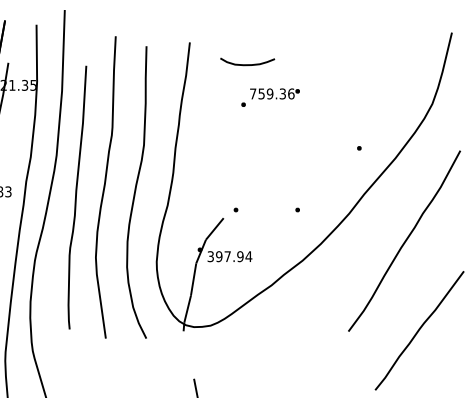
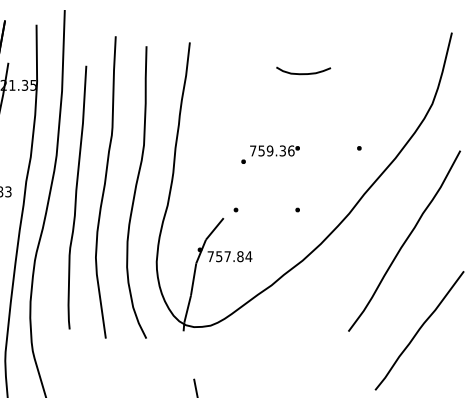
curve at (247, 64) position: (247, 64) -> (303, 73)
text at (270, 97) position: (270, 97) -> (270, 154)
text at (225, 256): 397.94 -> 757.84
